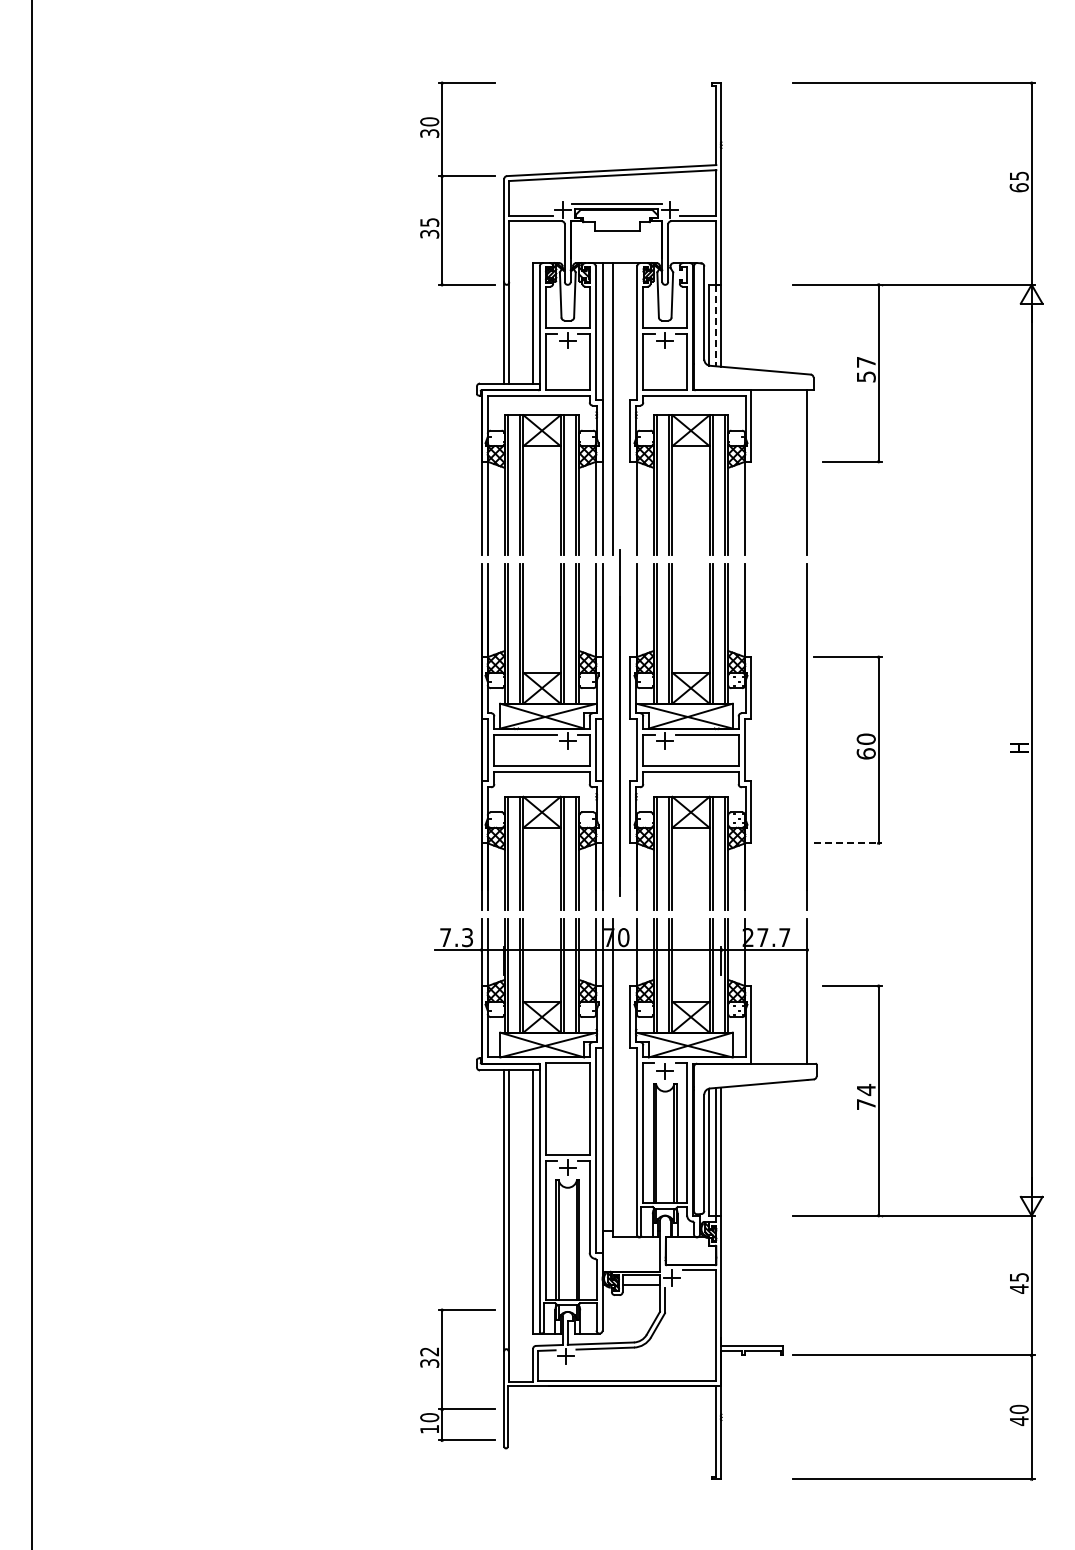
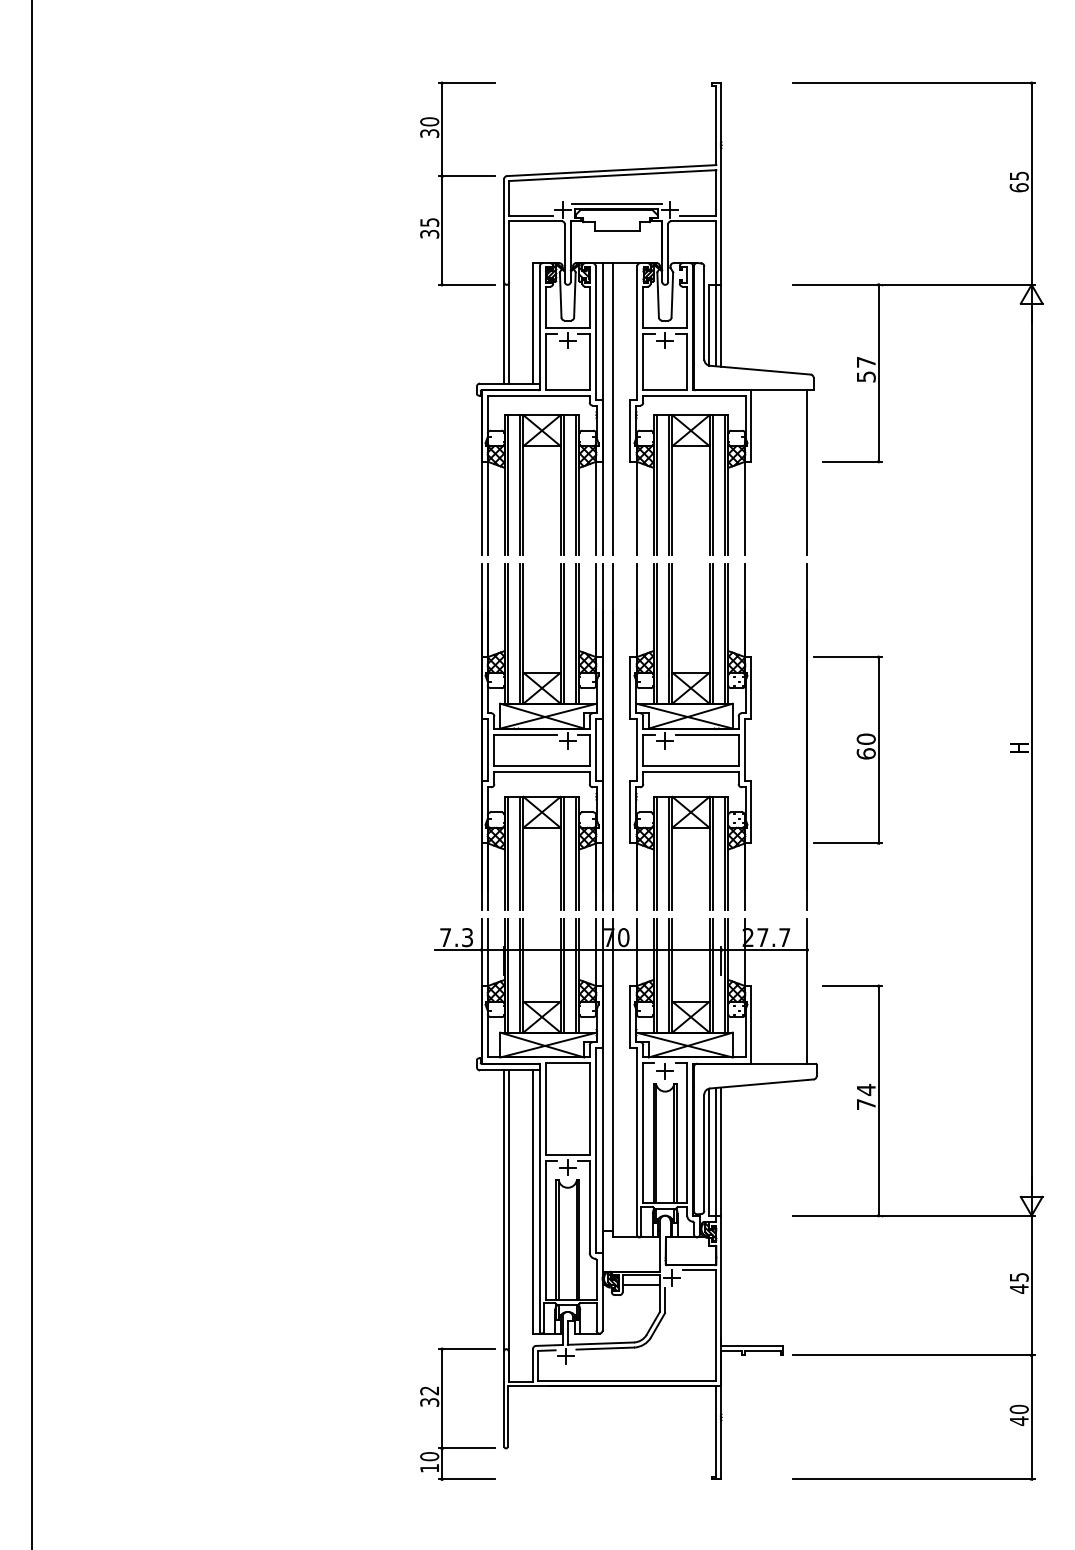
line at (716, 325): dashed -> solid
line at (619, 722) position: (619, 722) -> (612, 736)
line at (848, 843): dashed -> solid
part at (442, 1374) position: (442, 1374) -> (442, 1413)
